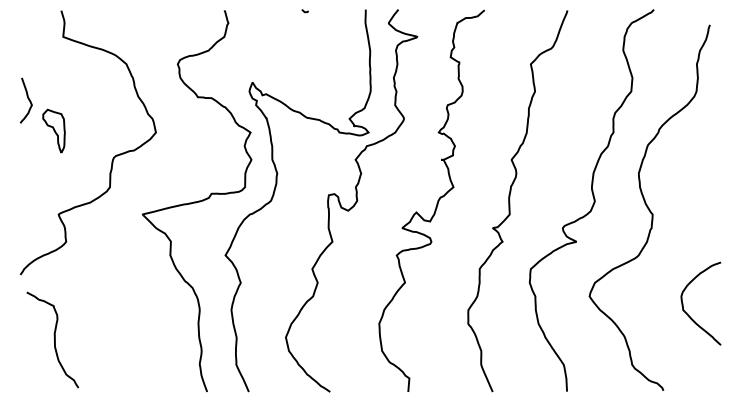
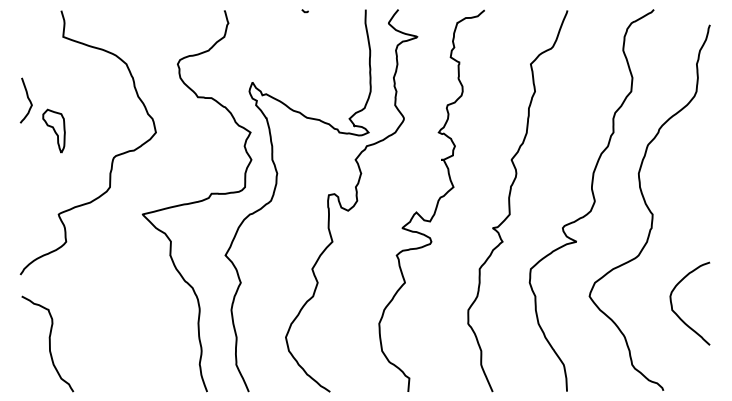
curve at (688, 314) position: (688, 314) -> (677, 314)
curve at (54, 339) position: (54, 339) -> (49, 343)
